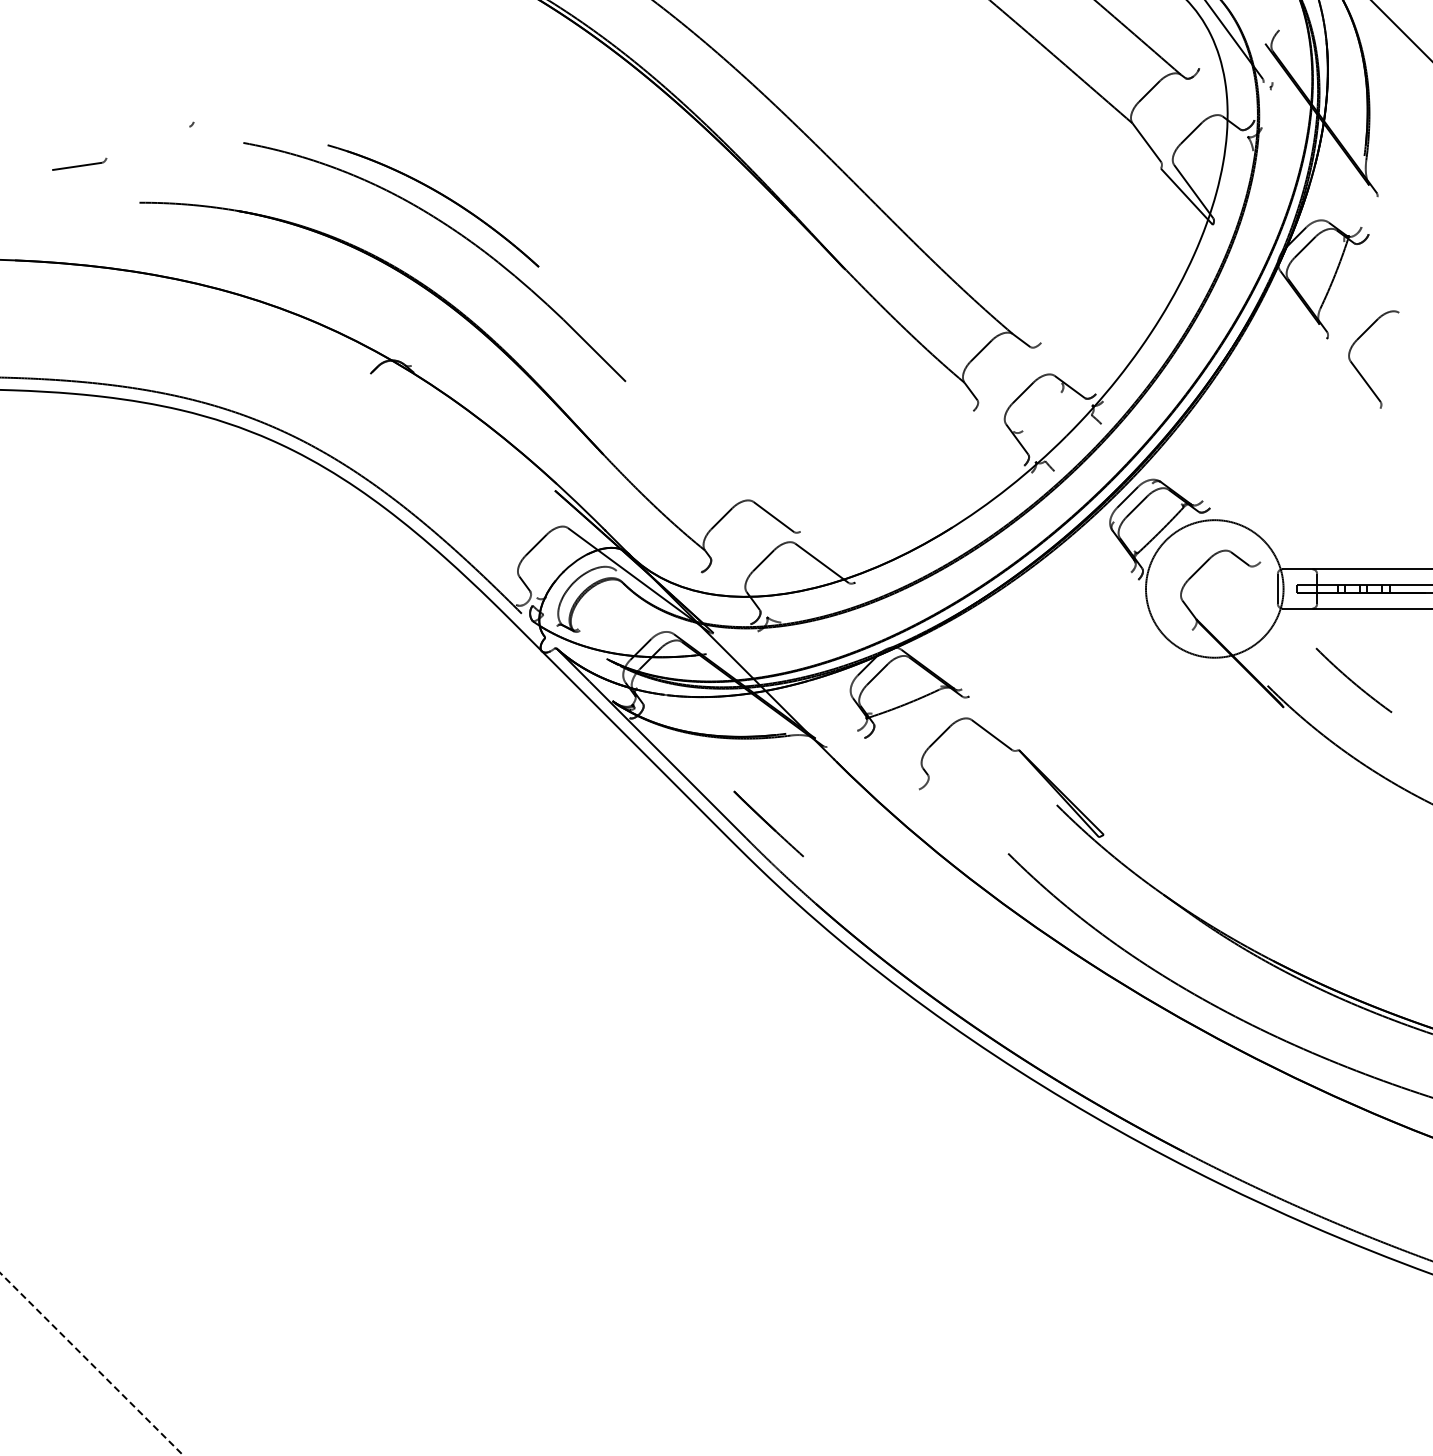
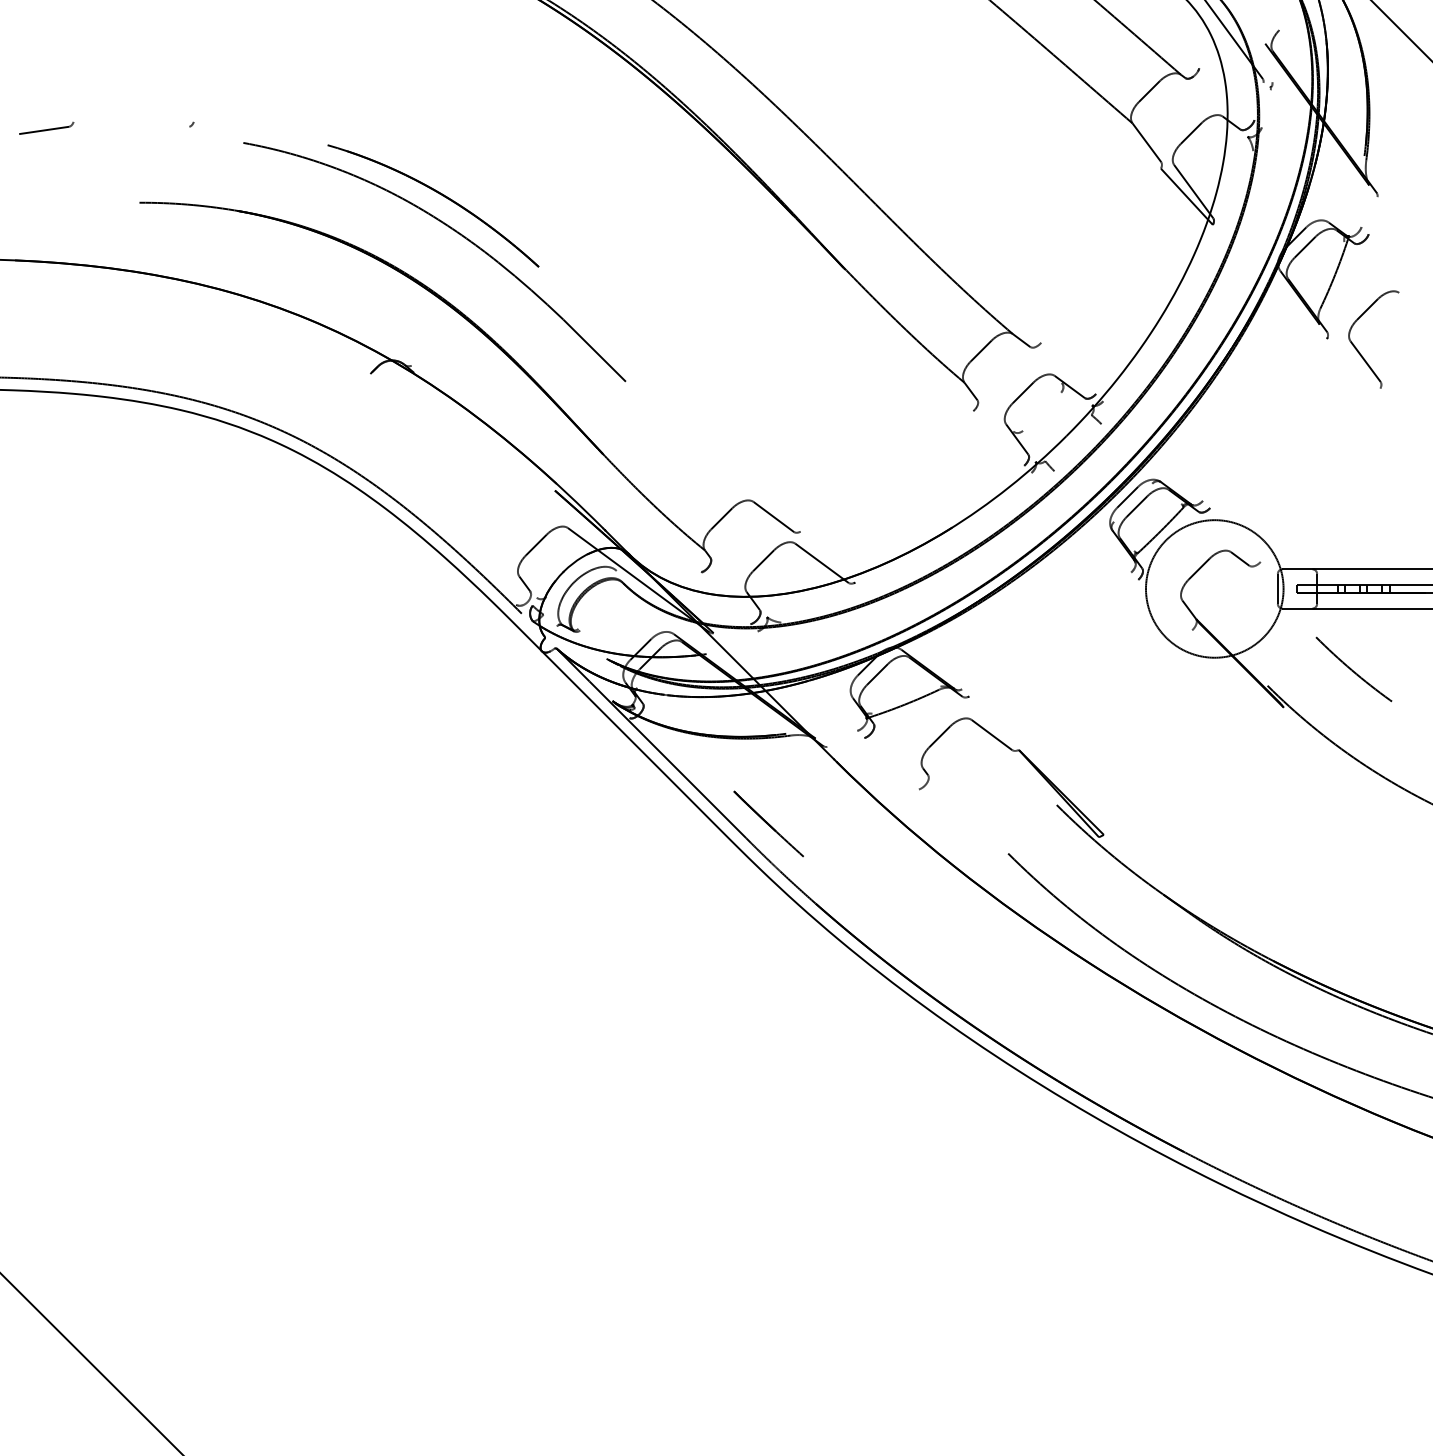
part at (79, 163) position: (79, 163) -> (46, 127)
part at (1357, 368) position: (1357, 368) -> (1357, 348)
part at (1353, 680) position: (1353, 680) -> (1353, 669)
line at (92, 1364): dashed -> solid
